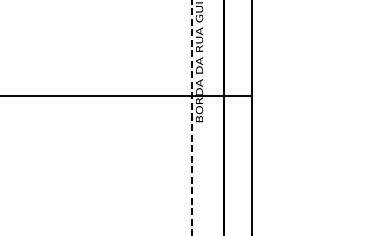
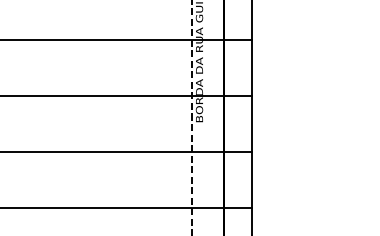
line at (127, 39): none -> present
line at (127, 152): none -> present
line at (127, 208): none -> present
